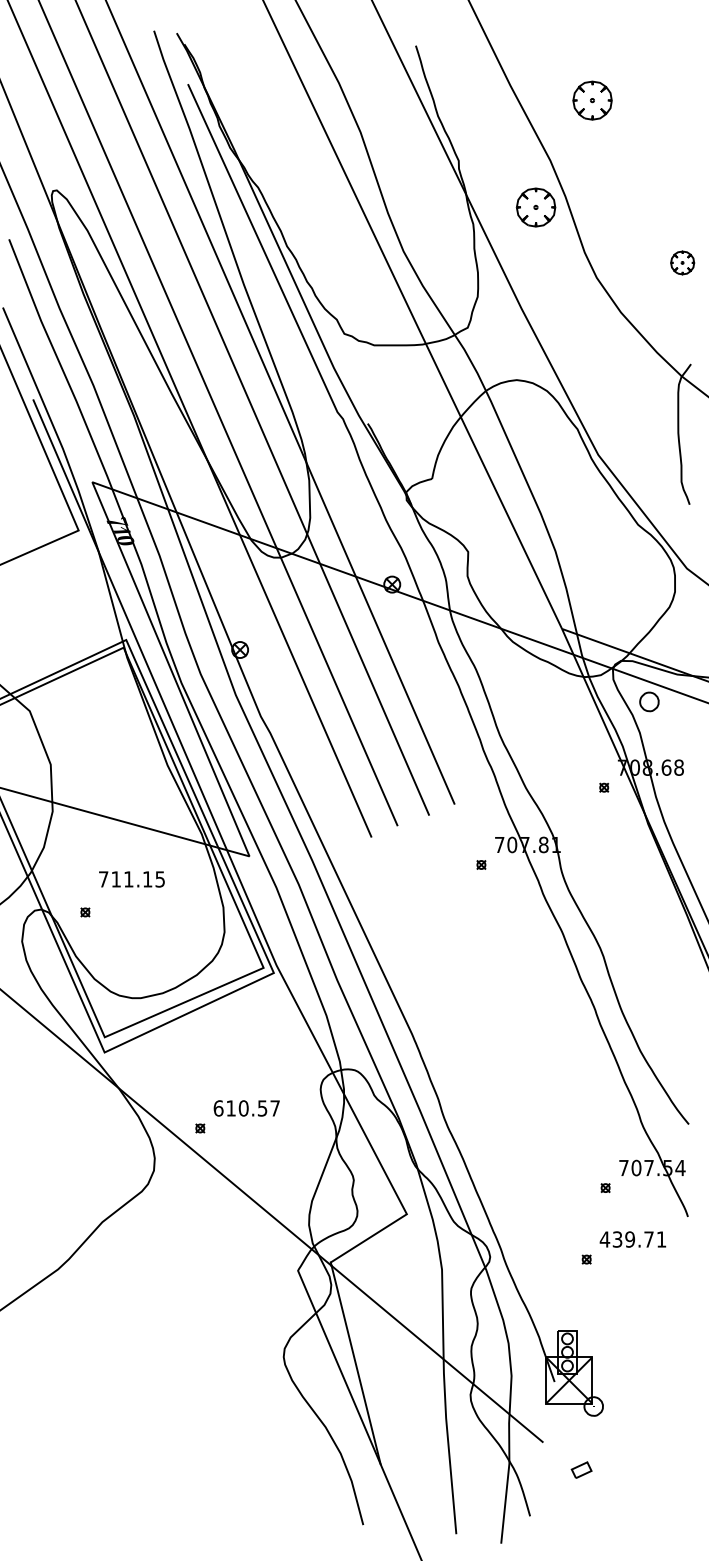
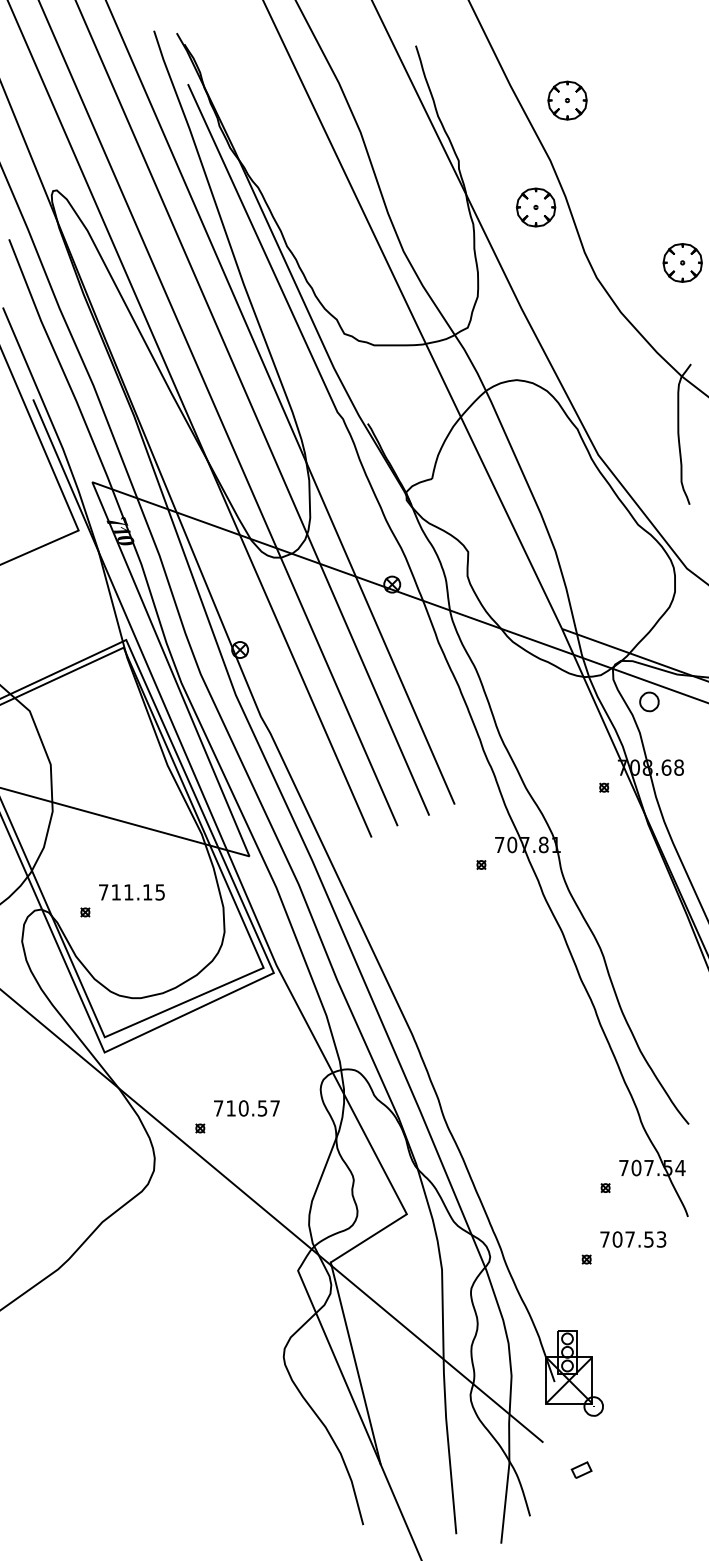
part at (592, 100) position: (592, 100) -> (567, 100)
part at (682, 262) size: 26x26 px -> 41x40 px
text at (131, 879) position: (131, 879) -> (131, 892)
text at (218, 1108): 610.57 -> 710.57
text at (632, 1239): 439.71 -> 707.53
